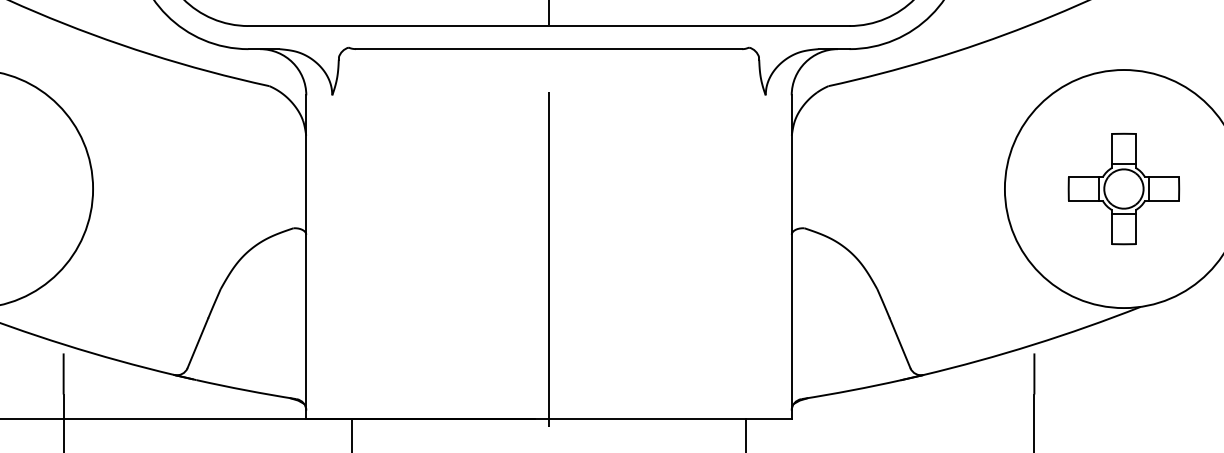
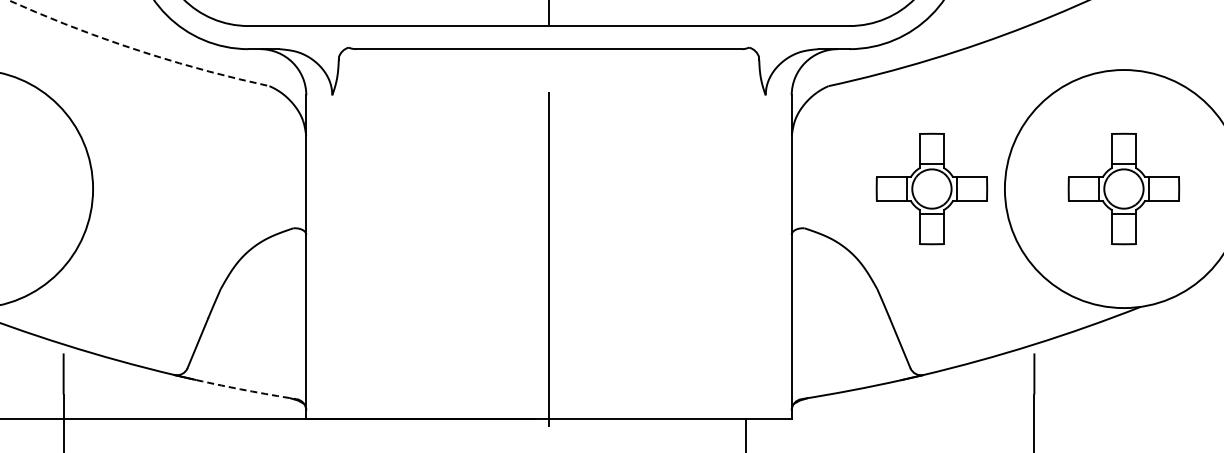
arc at (136, 49): solid -> dashed
part at (931, 188): none -> present
arc at (246, 390): solid -> dashed
line at (352, 433): present -> none
